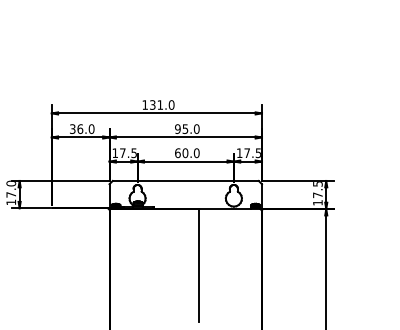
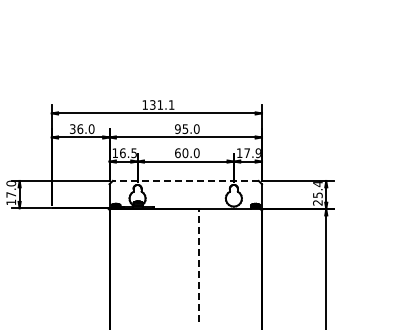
text at (171, 104): 131.0 -> 131.1
text at (257, 152): 17.5 -> 17.9
text at (122, 153): 17.5 -> 16.5
line at (185, 180): solid -> dashed
text at (317, 193): 17.5 -> 25.4
line at (199, 265): solid -> dashed
